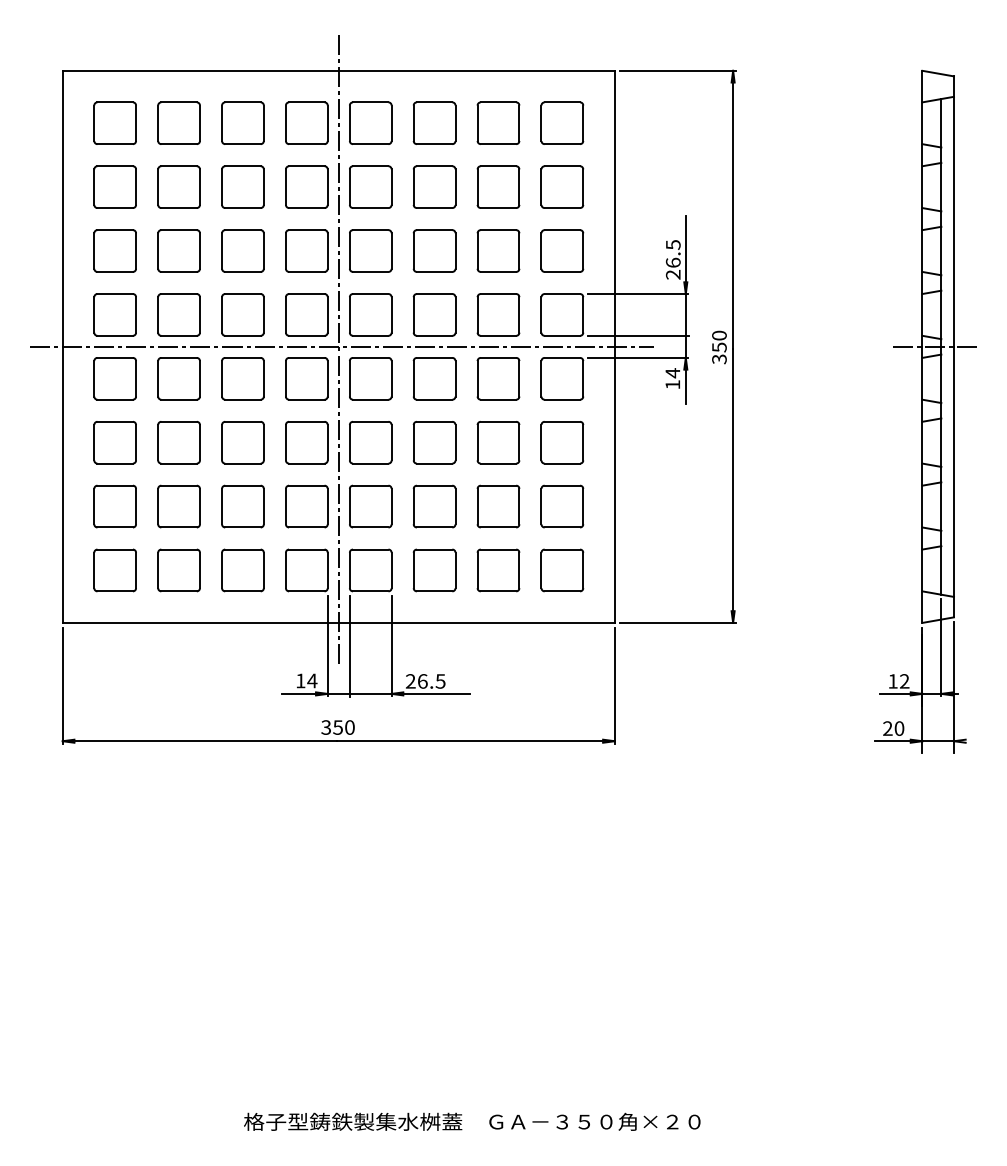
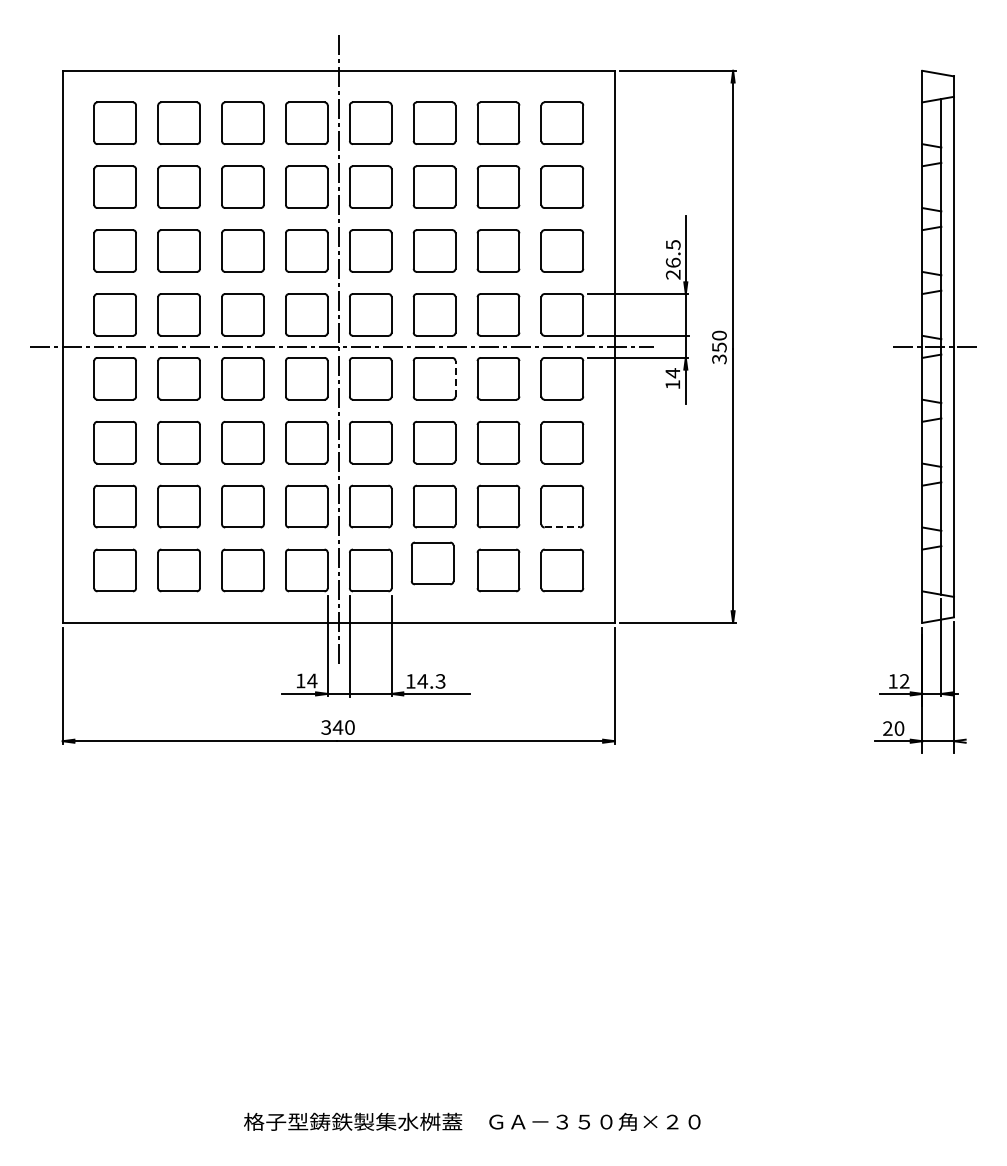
line at (455, 378): solid -> dashed
line at (562, 527): solid -> dashed
part at (434, 570) position: (434, 570) -> (432, 563)
text at (425, 681): 26.5 -> 14.3
text at (337, 727): 350 -> 340
